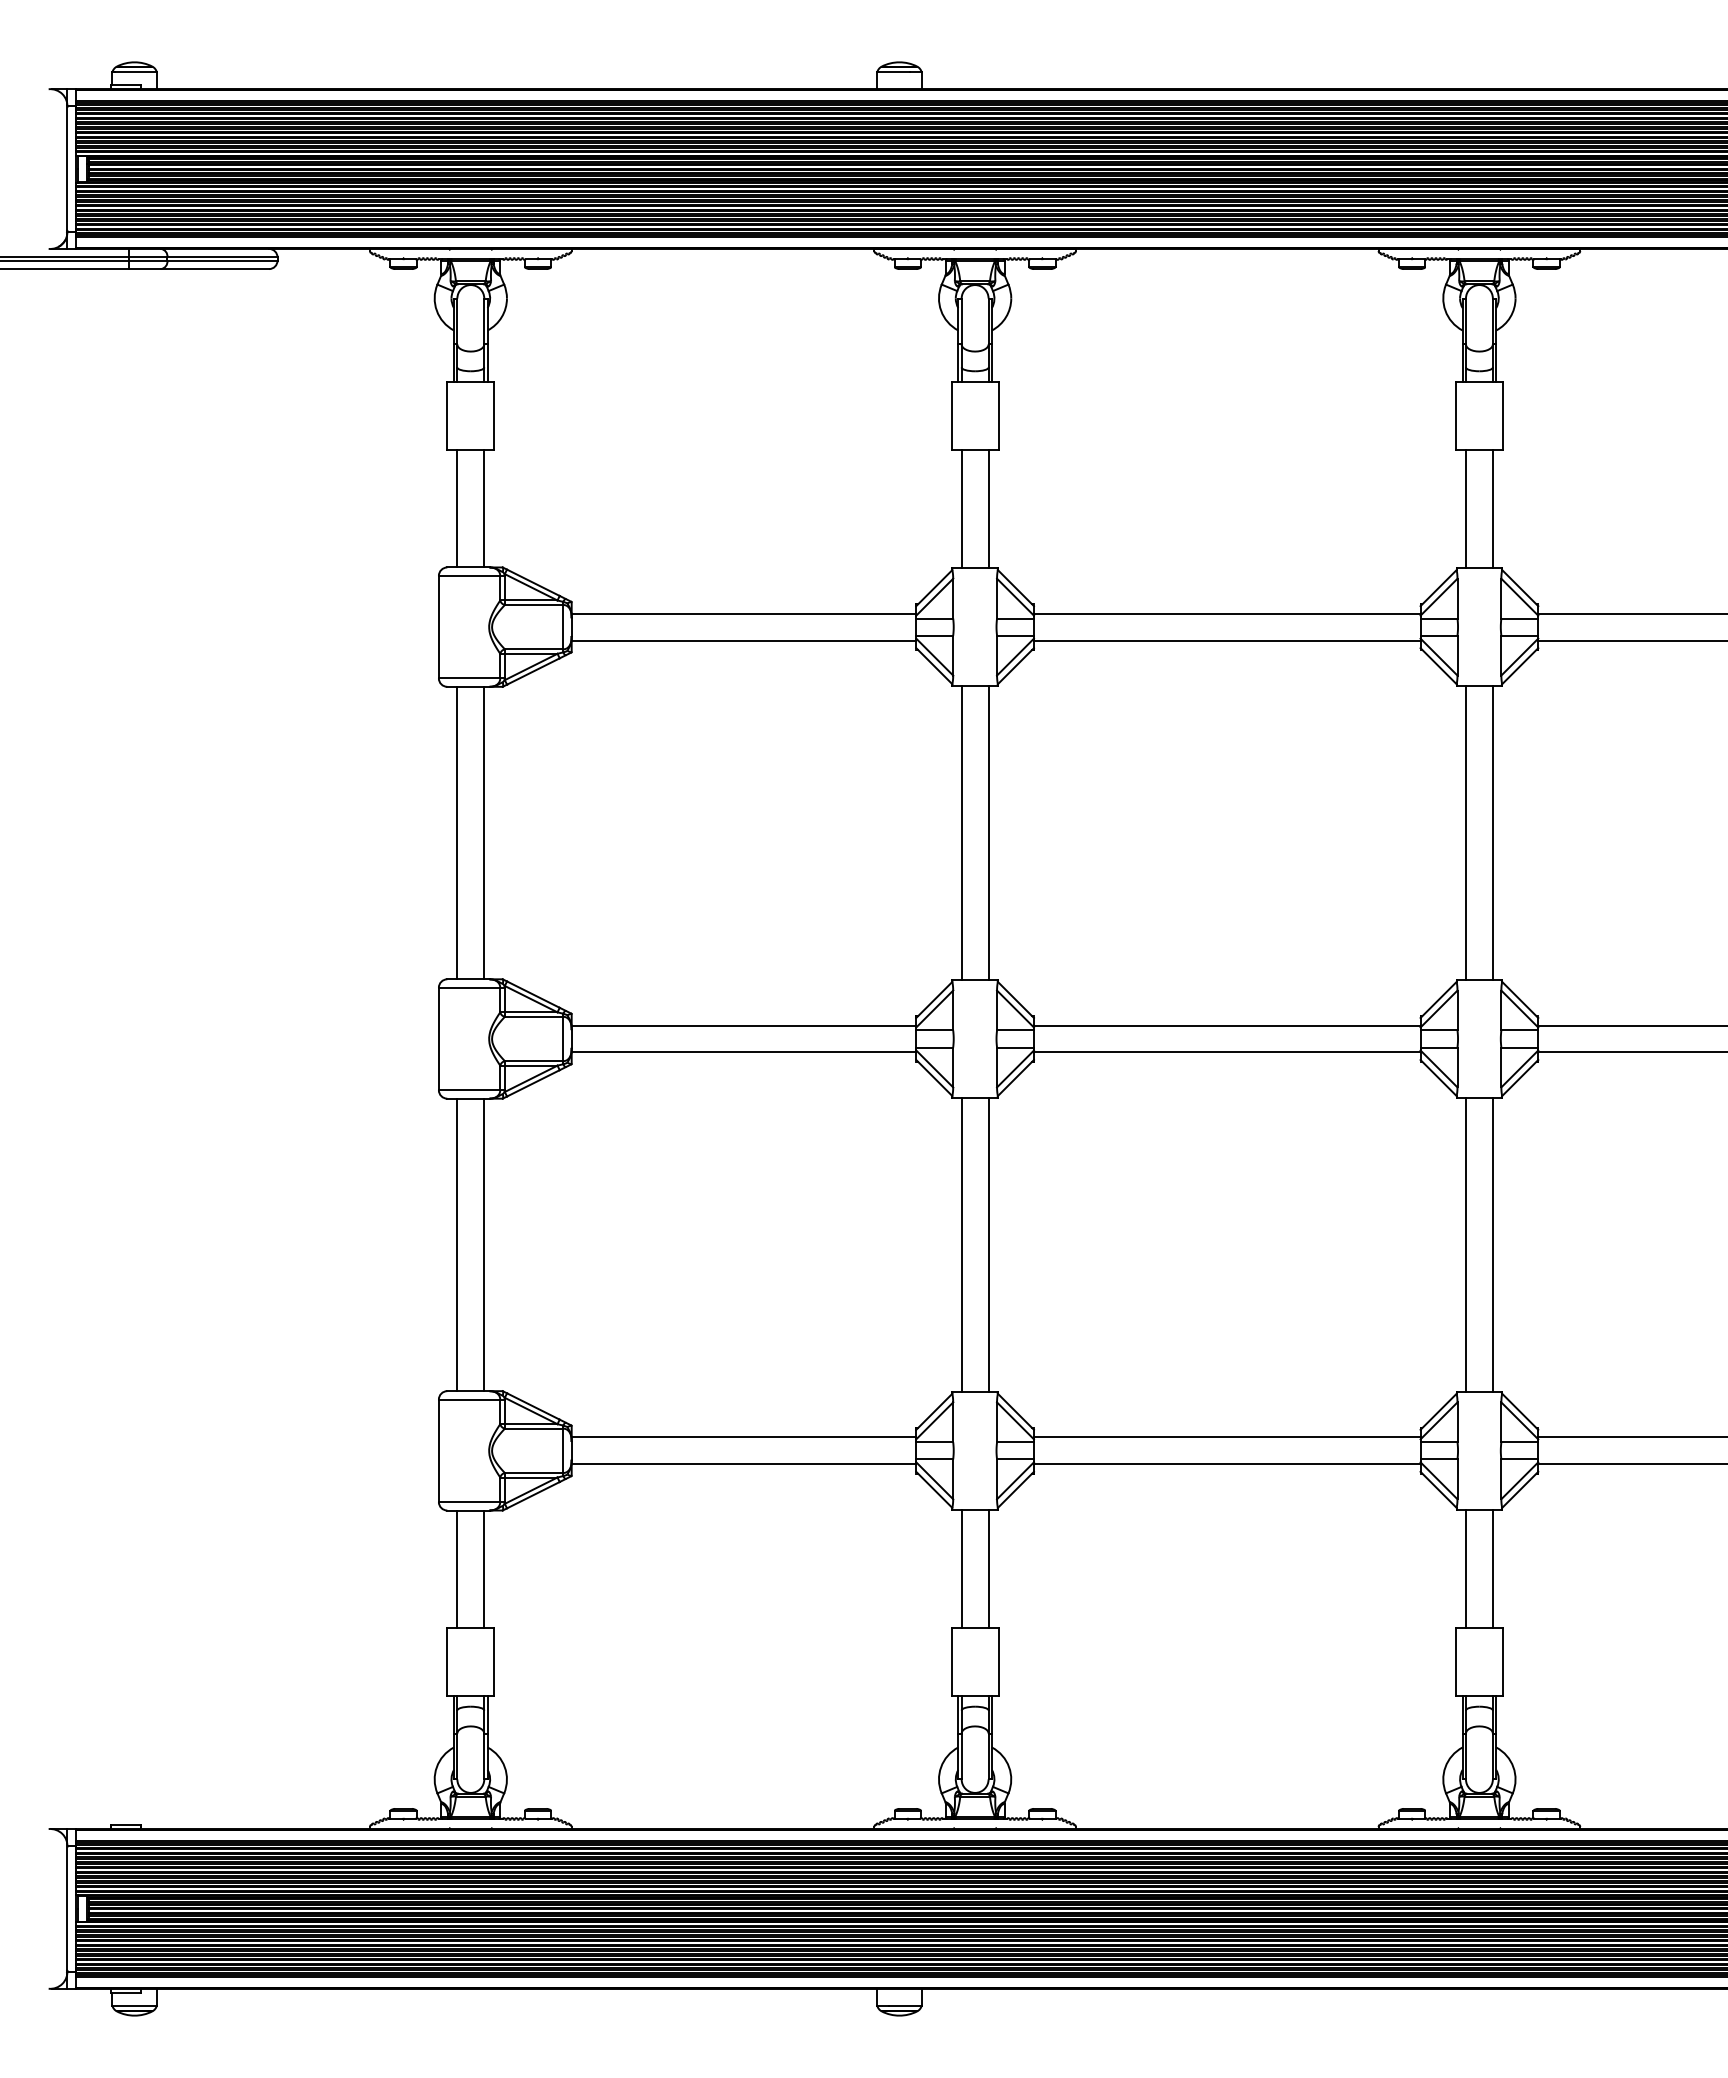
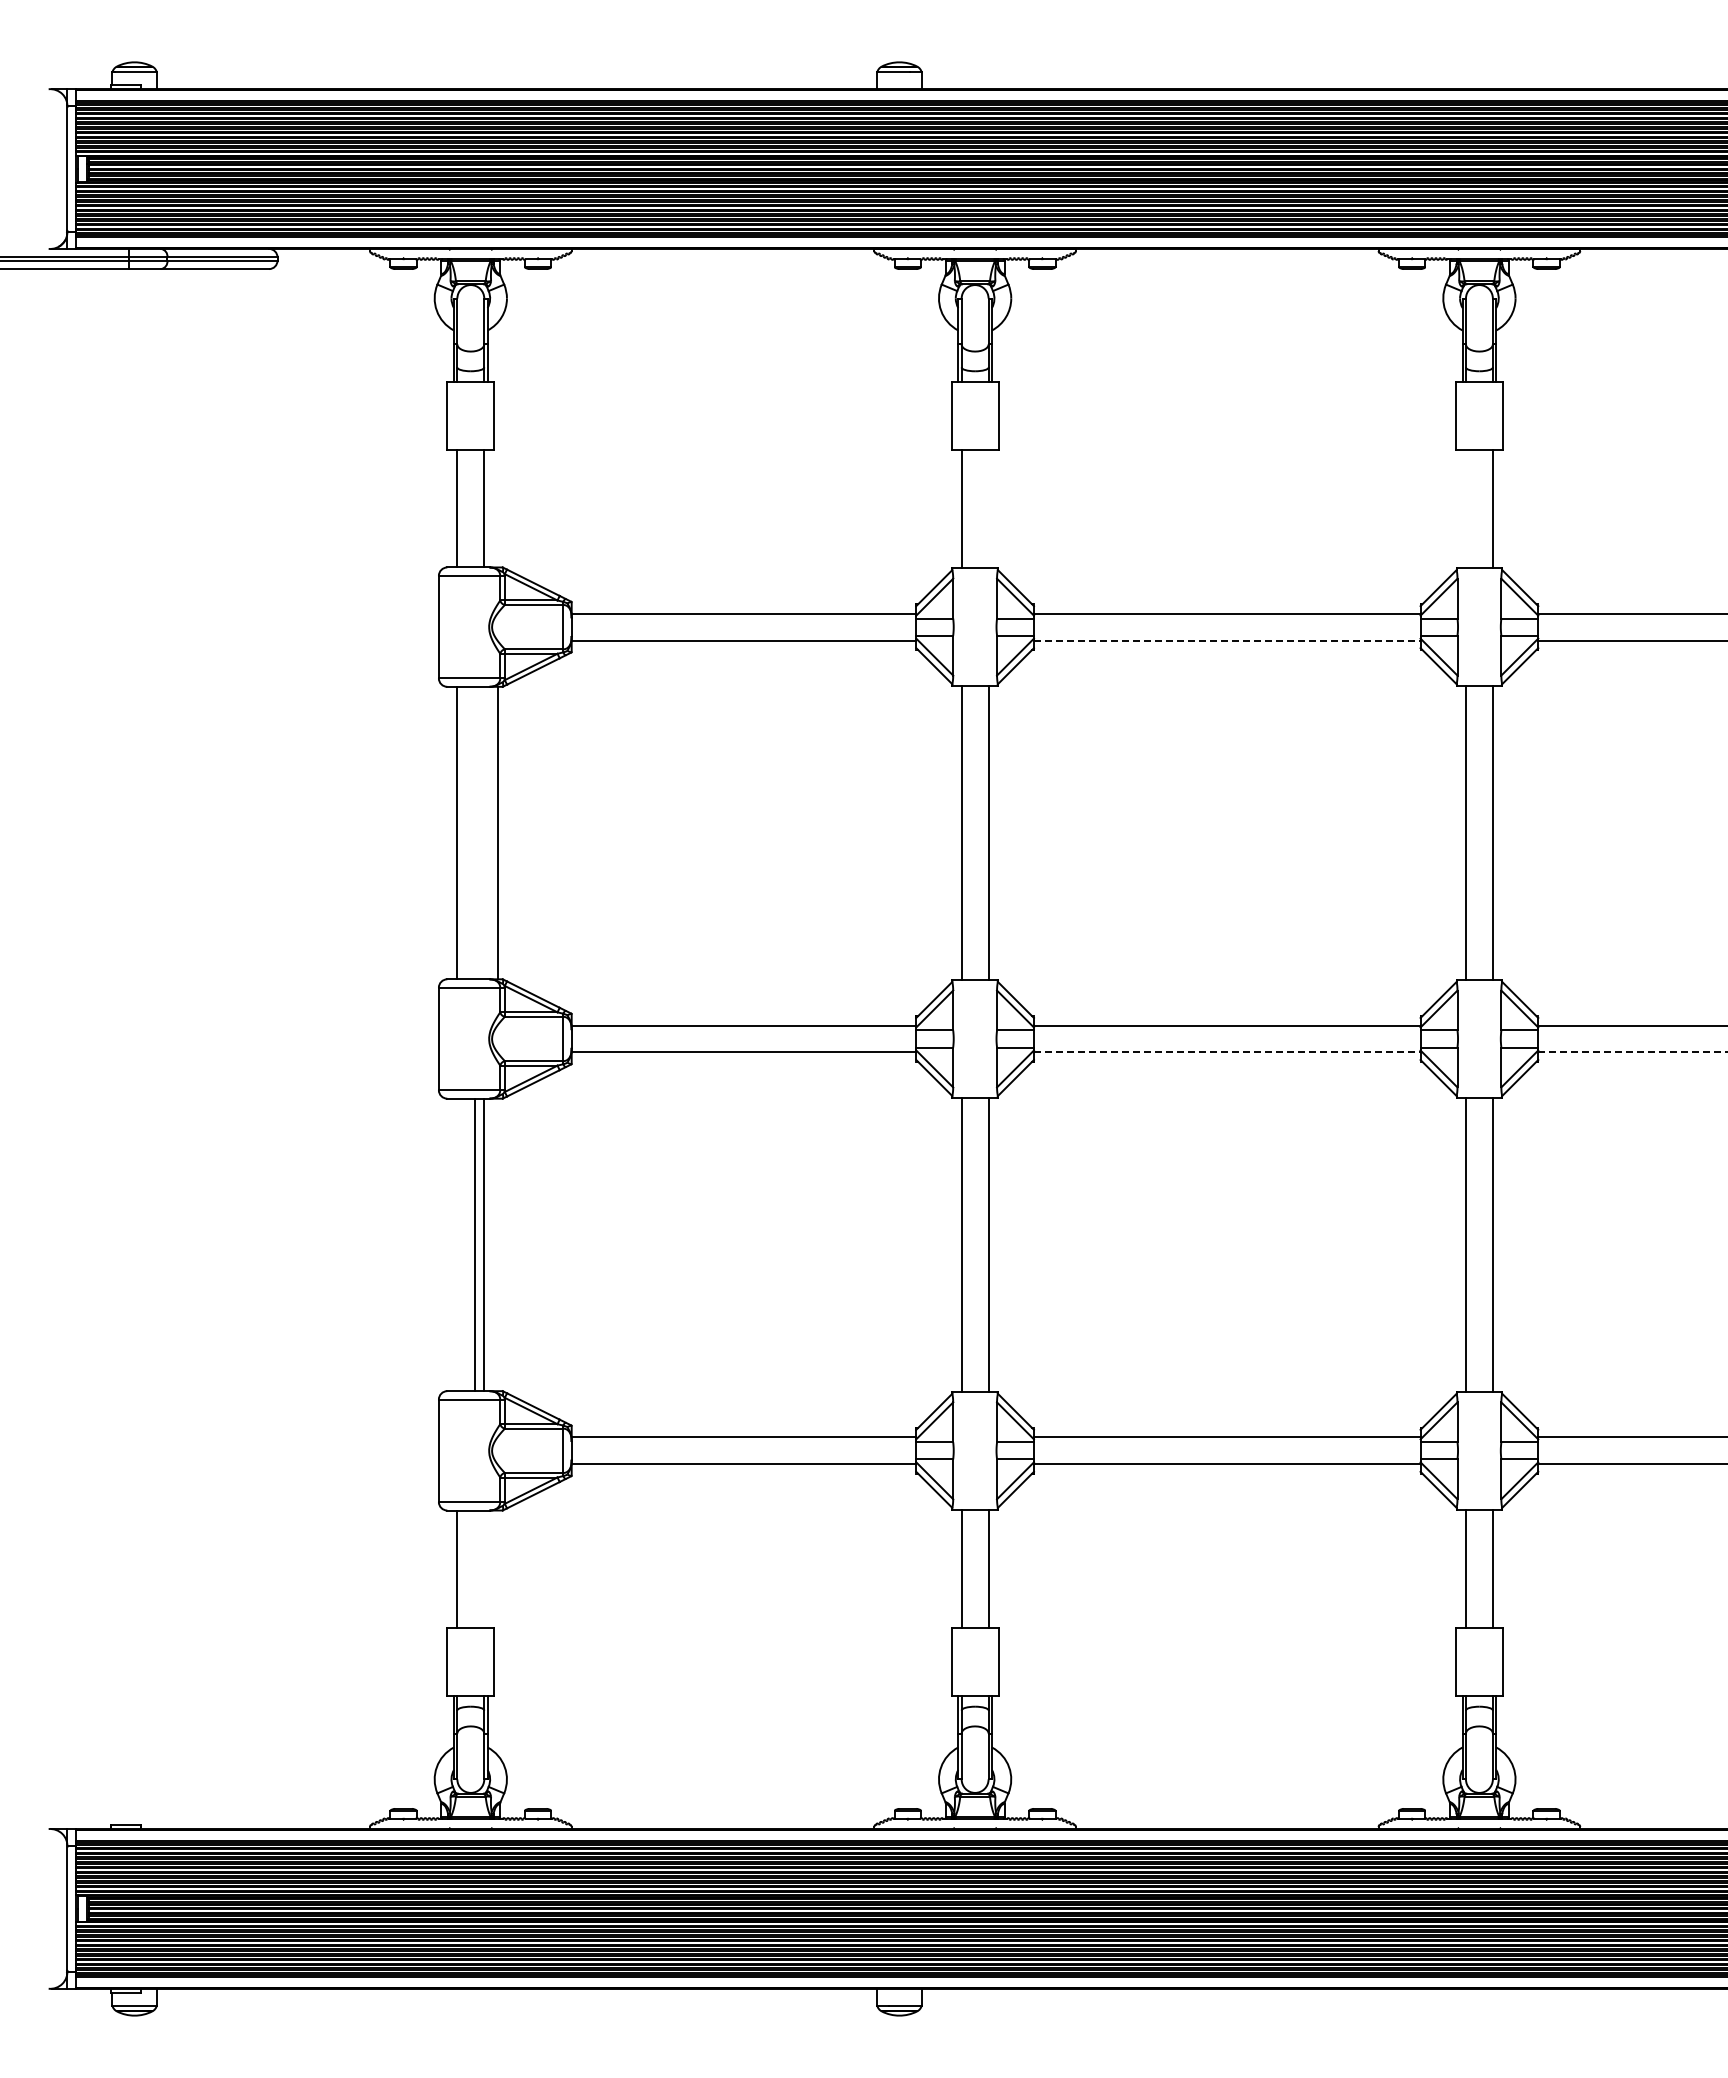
line at (988, 508): present -> none
line at (1465, 508): present -> none
line at (1227, 640): solid -> dashed
line at (484, 832) position: (484, 832) -> (498, 832)
line at (1227, 1052): solid -> dashed
line at (1633, 1052): solid -> dashed
line at (457, 1244) position: (457, 1244) -> (475, 1244)
line at (484, 1569): present -> none
